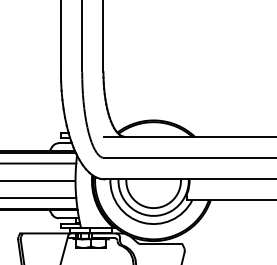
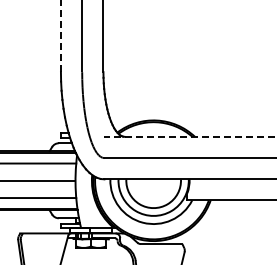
line at (60, 36): solid -> dashed
line at (190, 136): solid -> dashed
